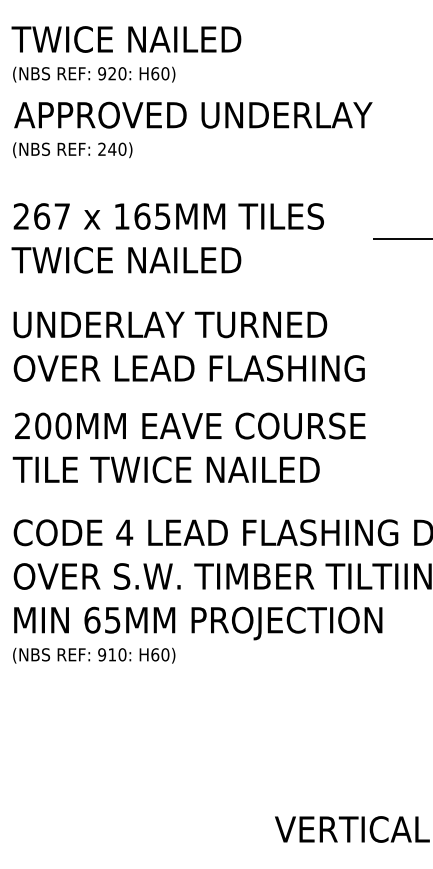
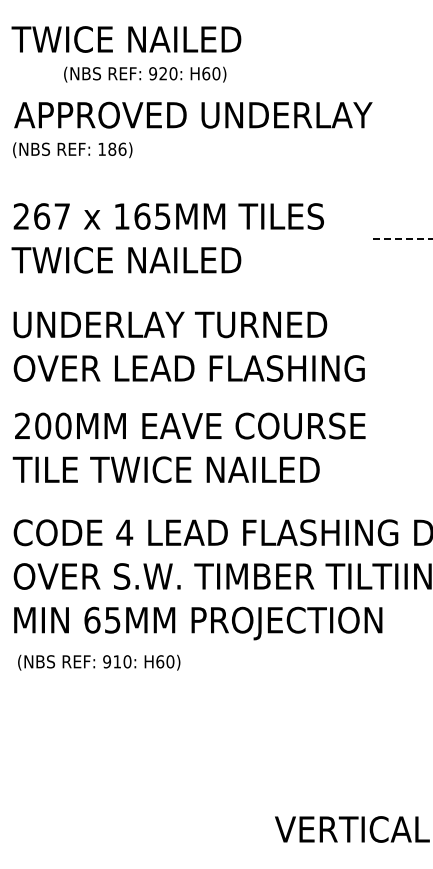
text at (94, 74) position: (94, 74) -> (145, 74)
text at (112, 148): 240) -> 186)
line at (402, 238): solid -> dashed
text at (94, 655) position: (94, 655) -> (99, 662)
